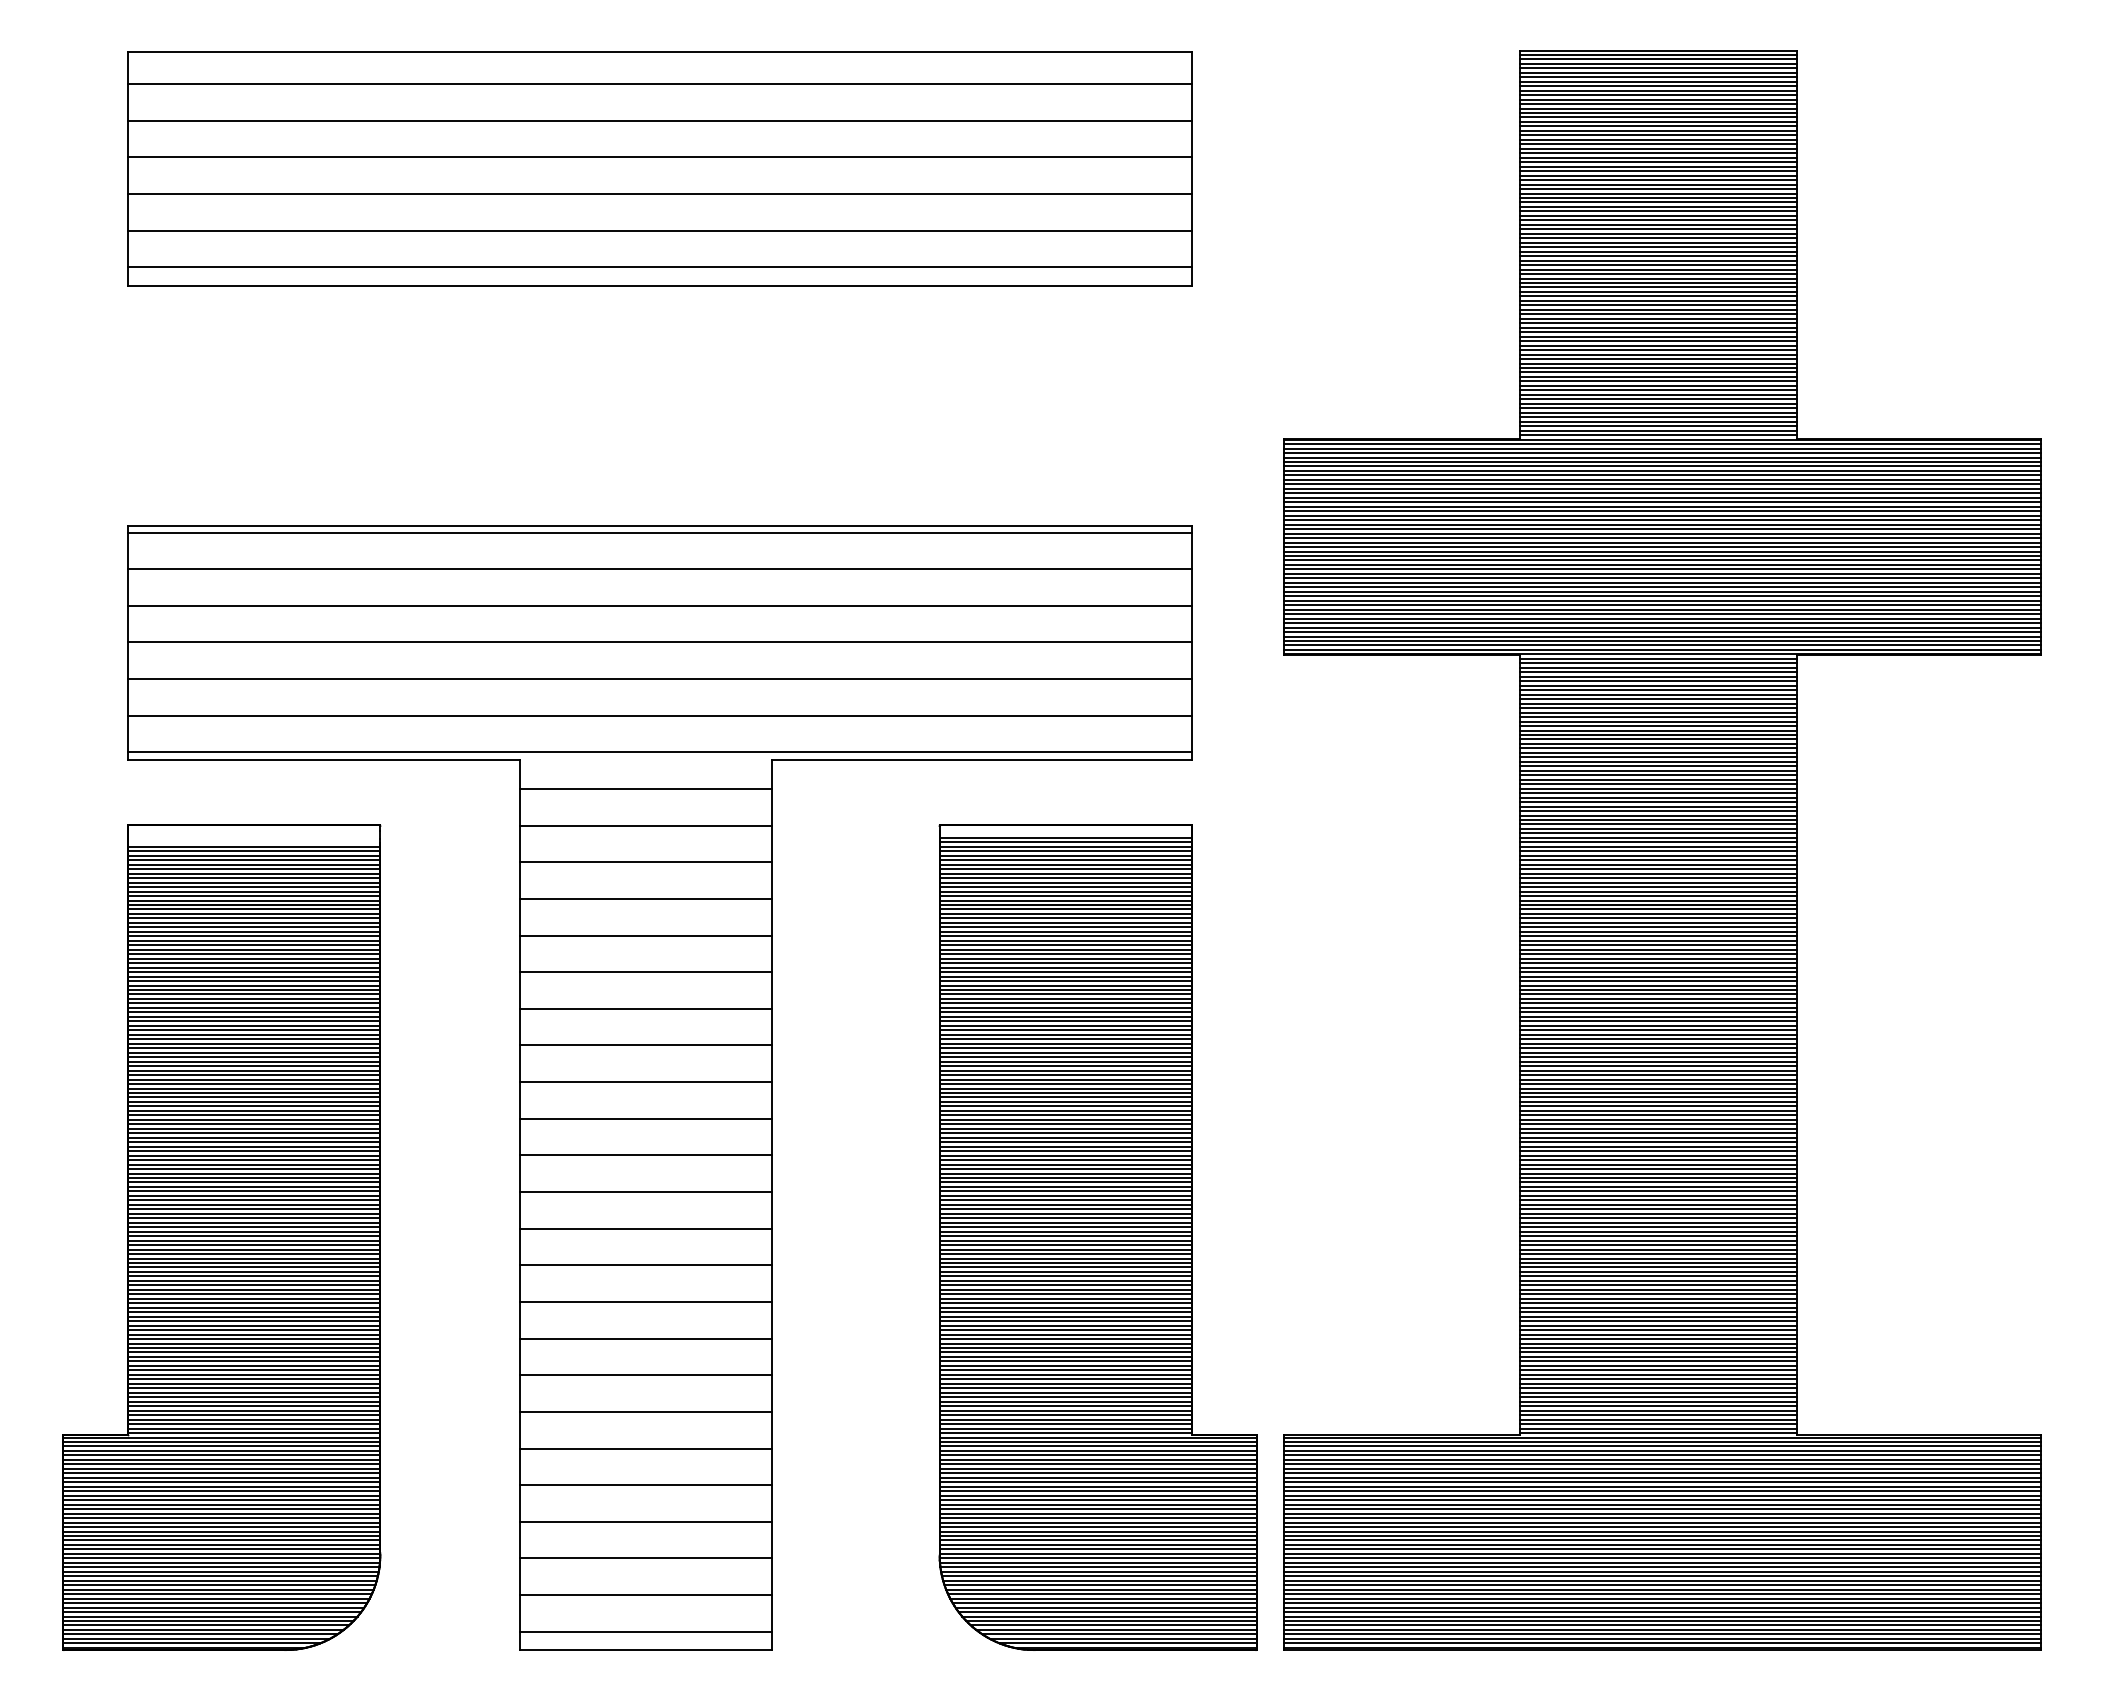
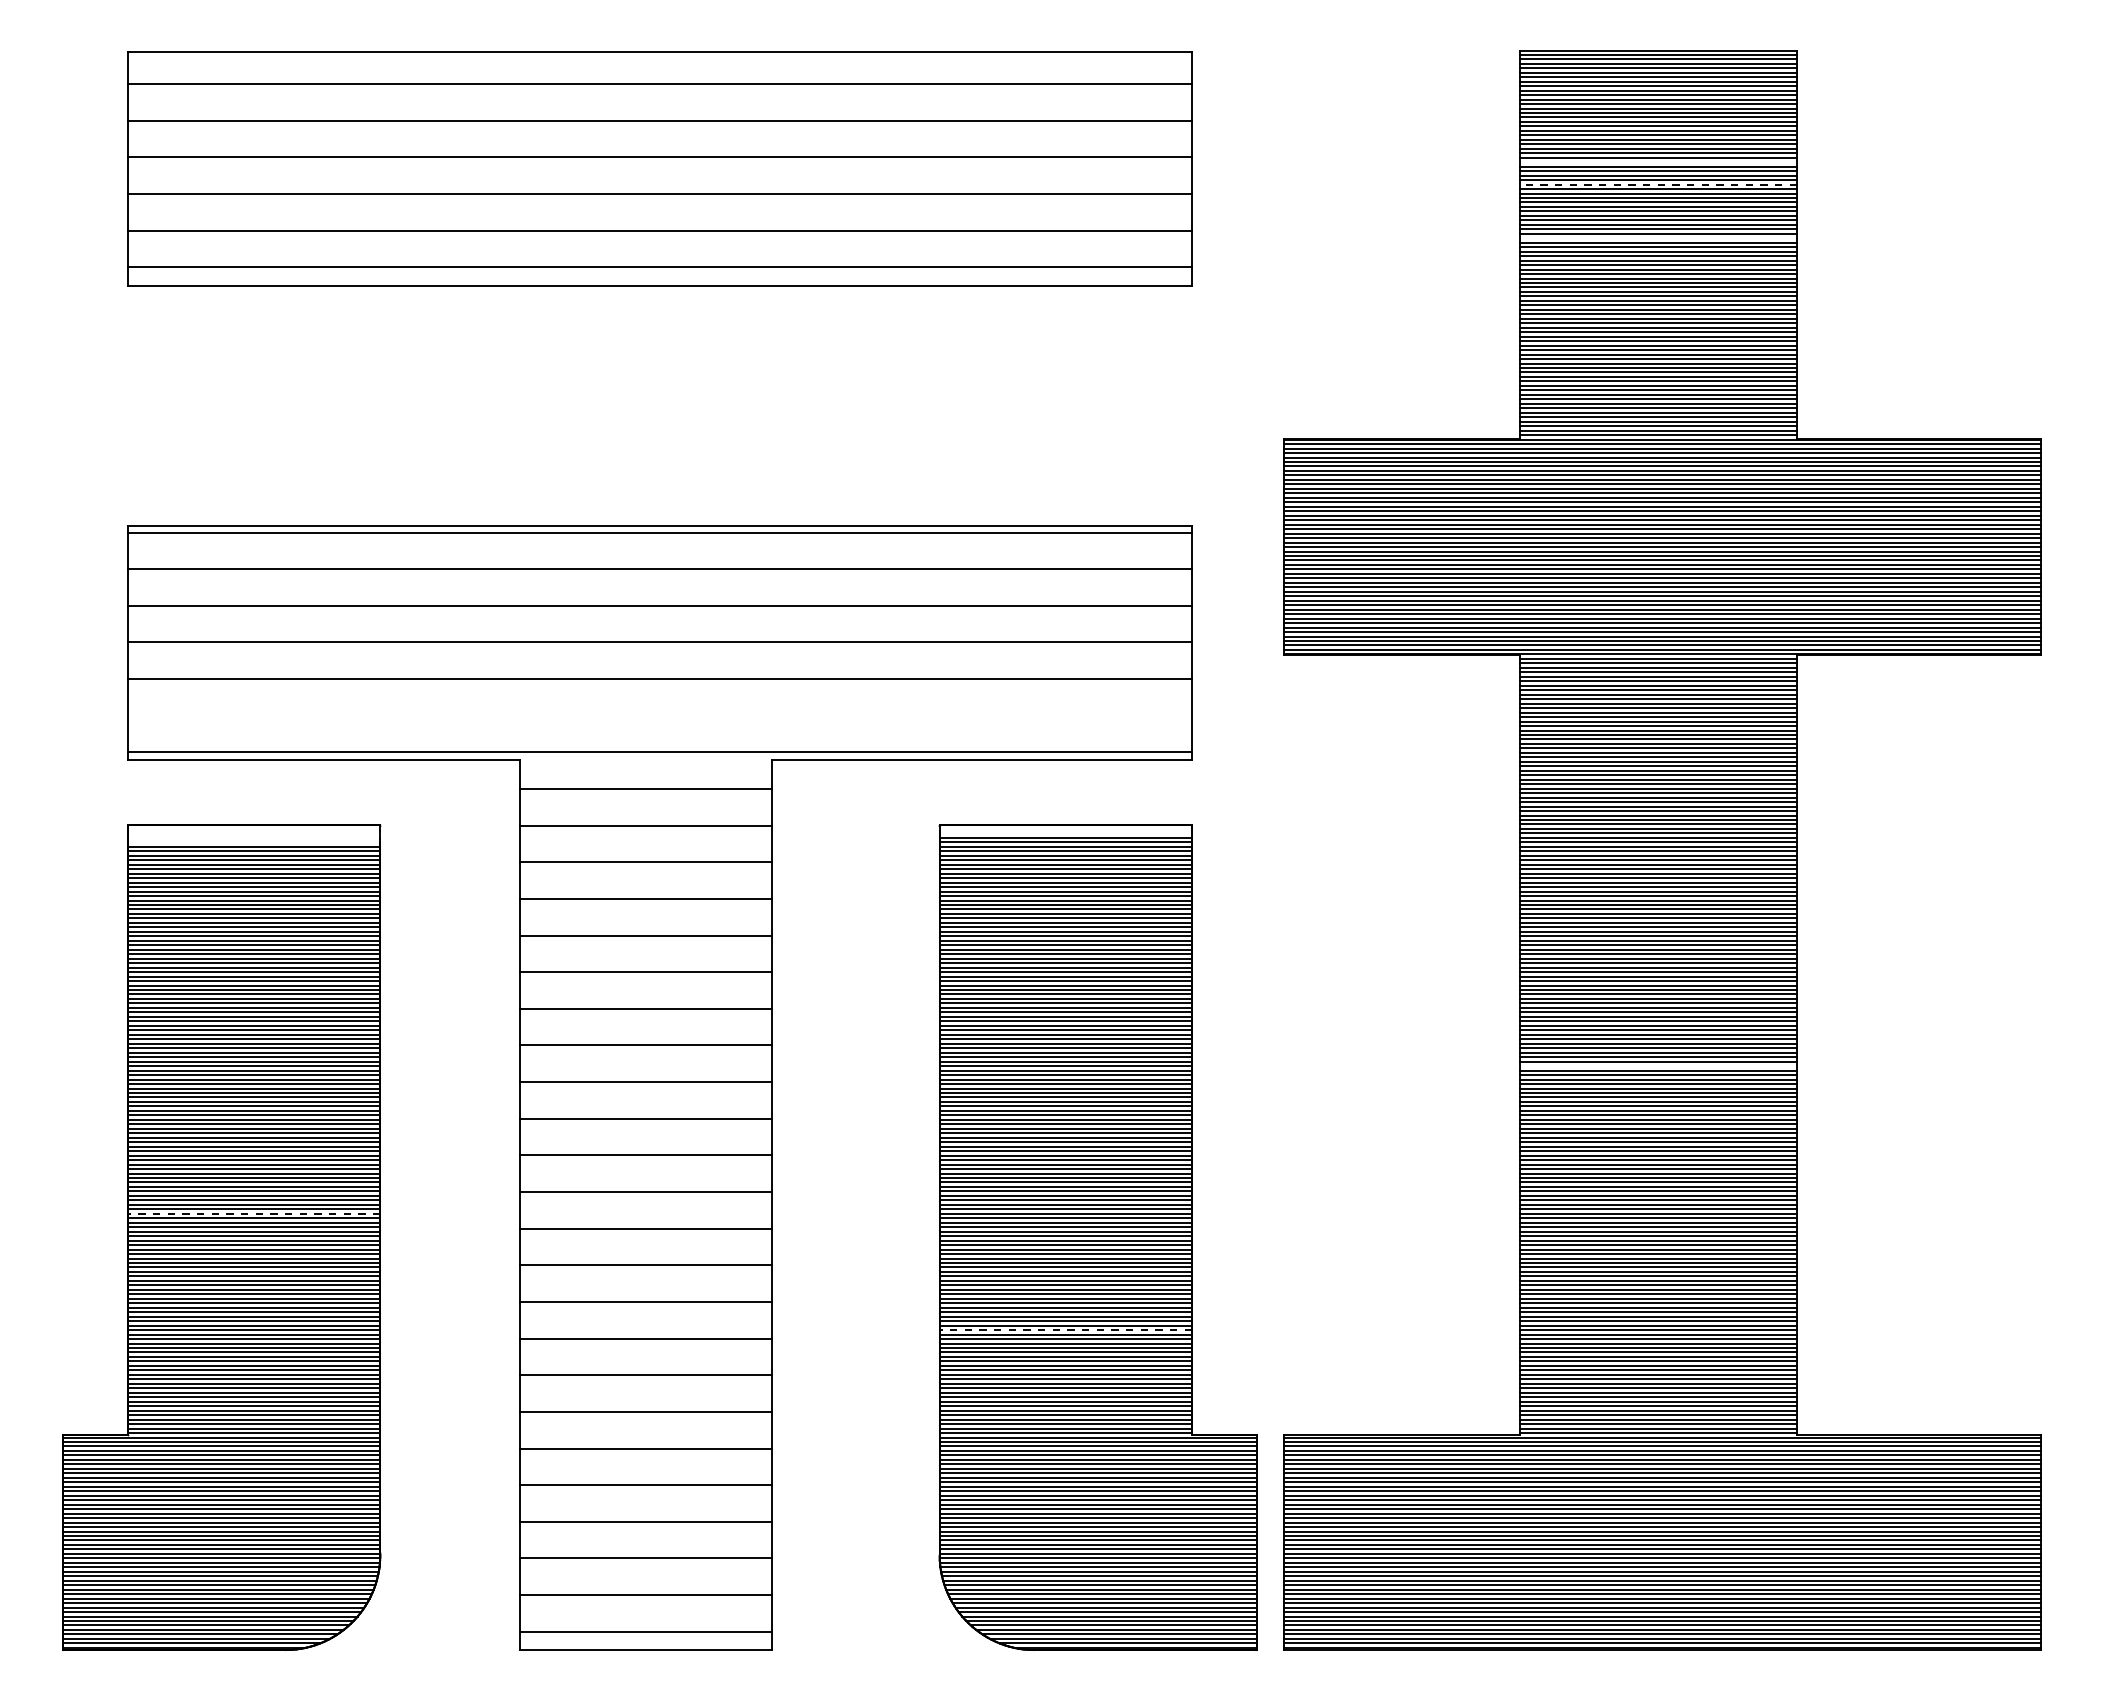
line at (1657, 162): present -> none
line at (1658, 184): solid -> dashed
line at (1657, 238): present -> none
line at (659, 715): present -> none
line at (1657, 1066): present -> none
line at (253, 1213): solid -> dashed
line at (1065, 1330): solid -> dashed
